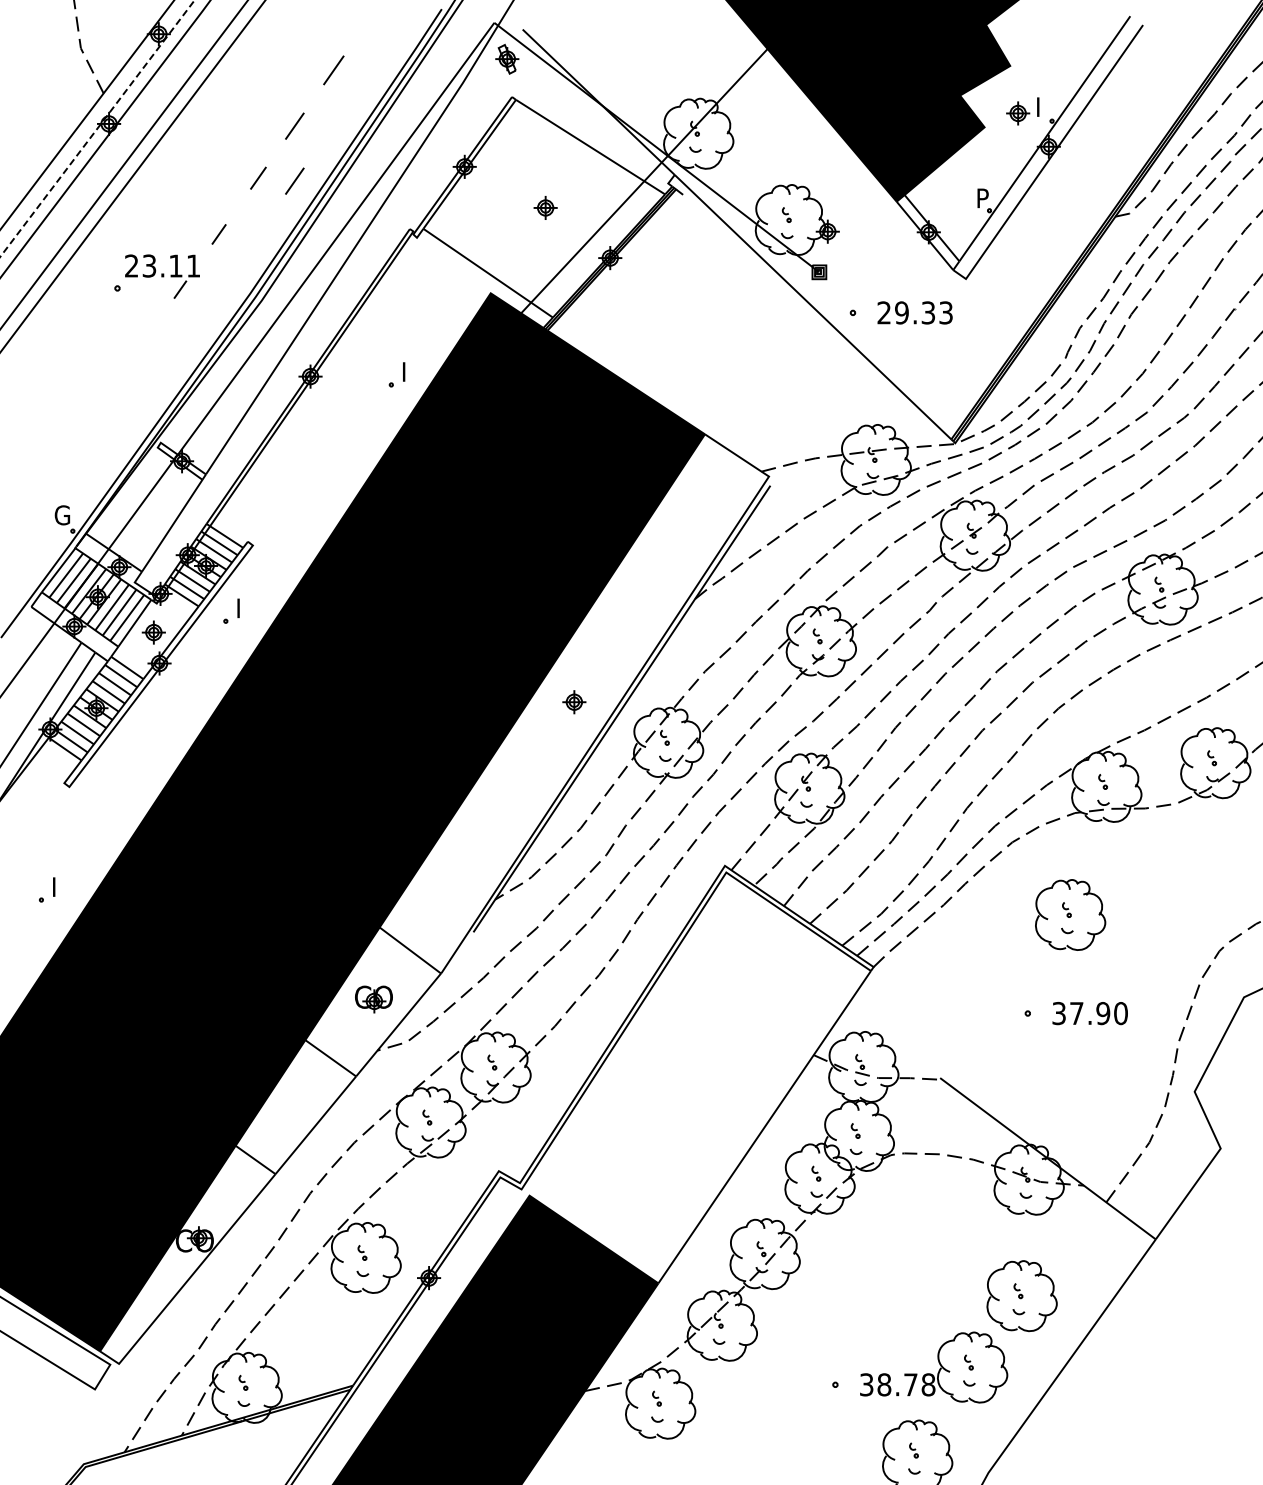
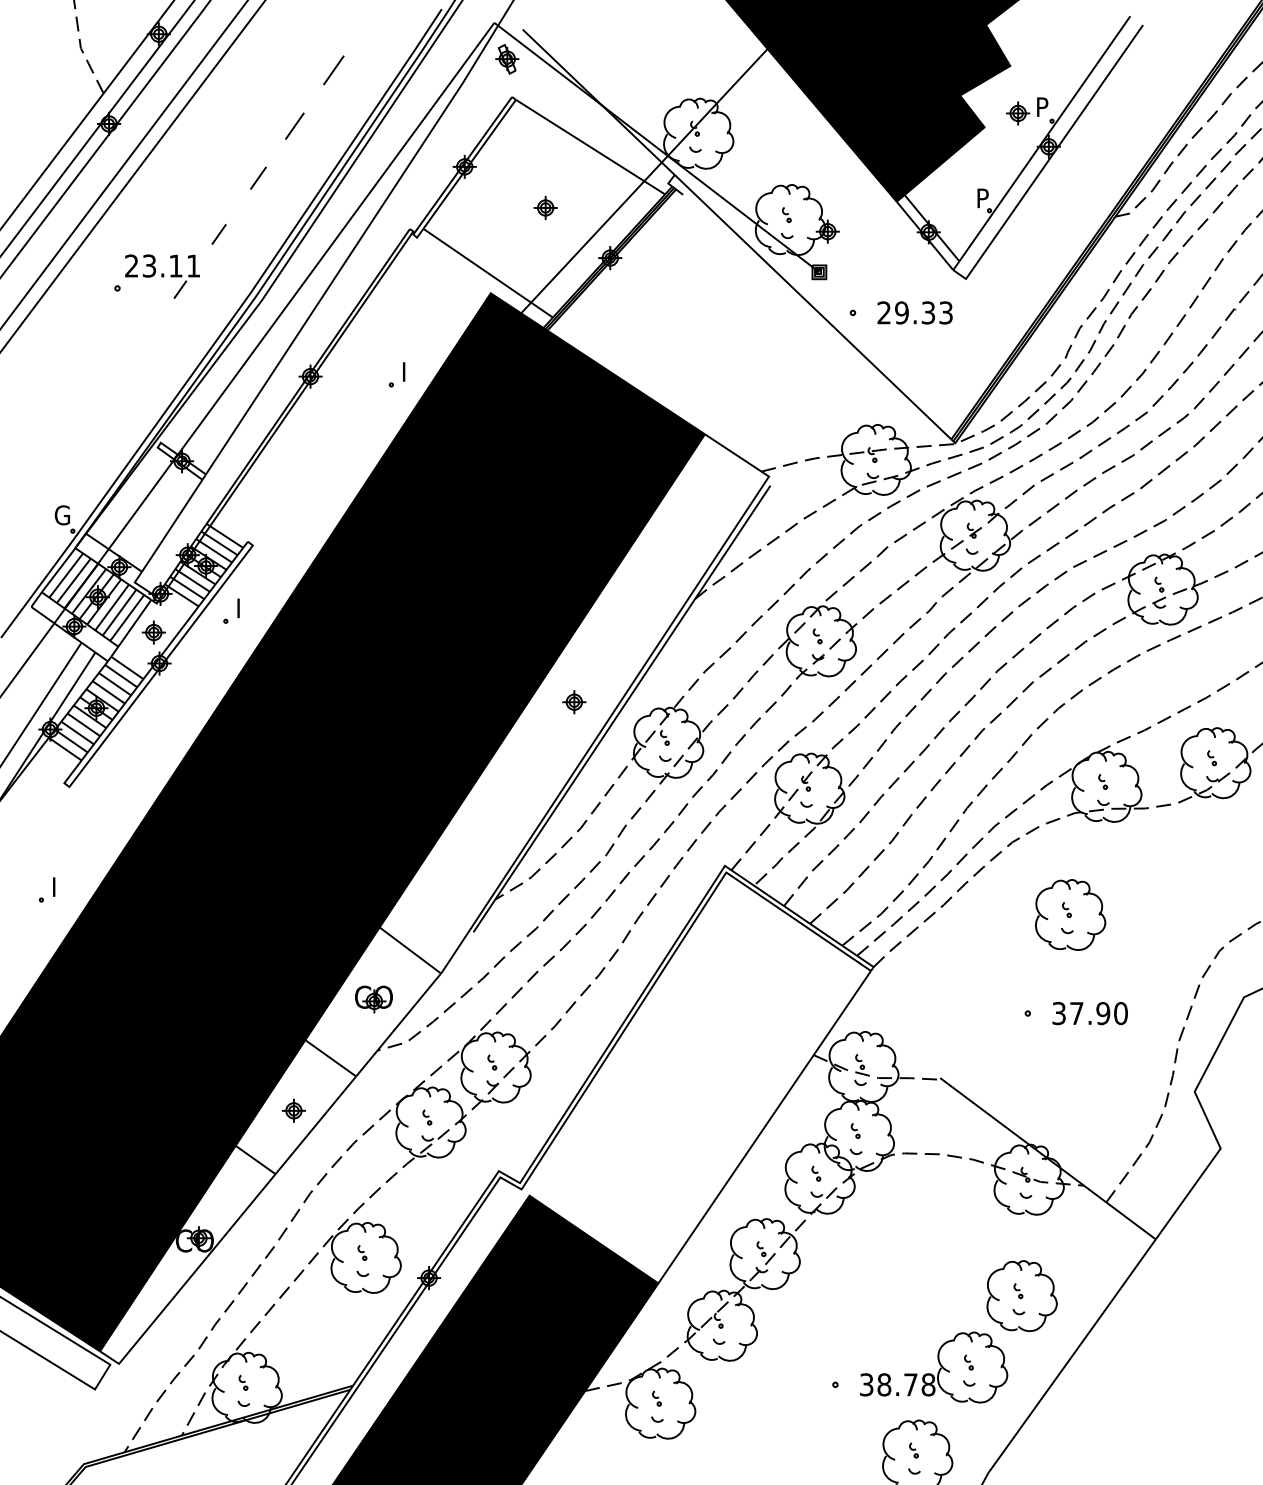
text at (1043, 102): I -> P
line at (97, 128): dashed -> solid
line at (294, 180): present -> none
part at (293, 1110): none -> present
